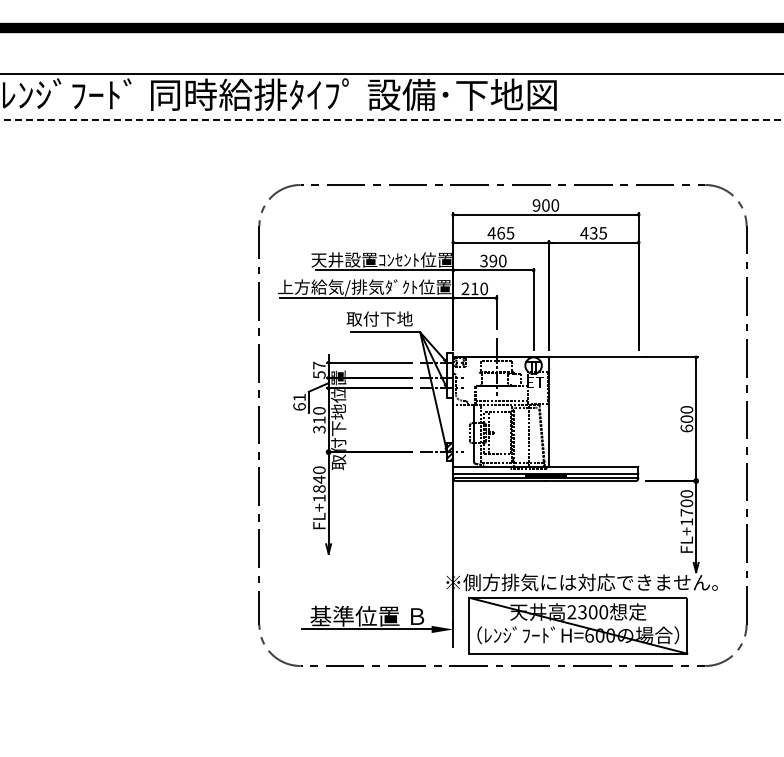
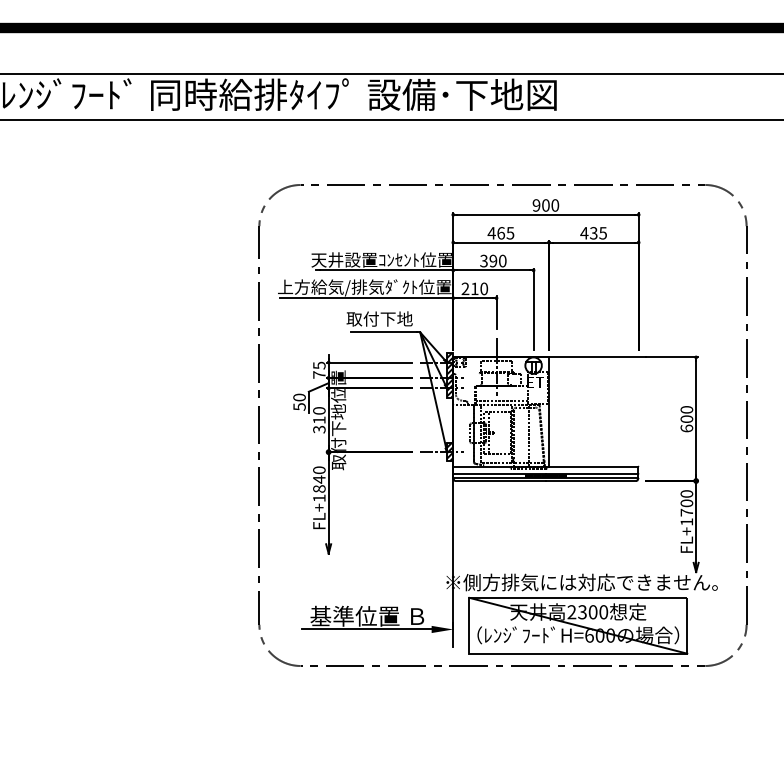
line at (392, 120): dashed -> solid
text at (319, 369): 57 -> 75
hatch at (450, 375): none -> present
text at (299, 401): 61 -> 50
